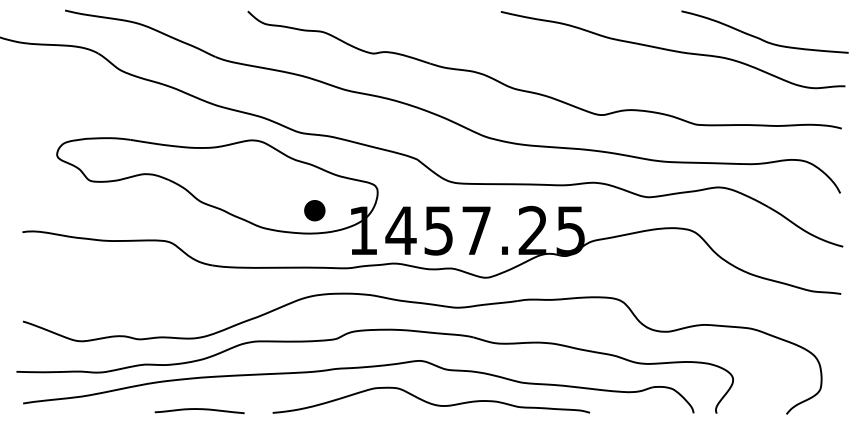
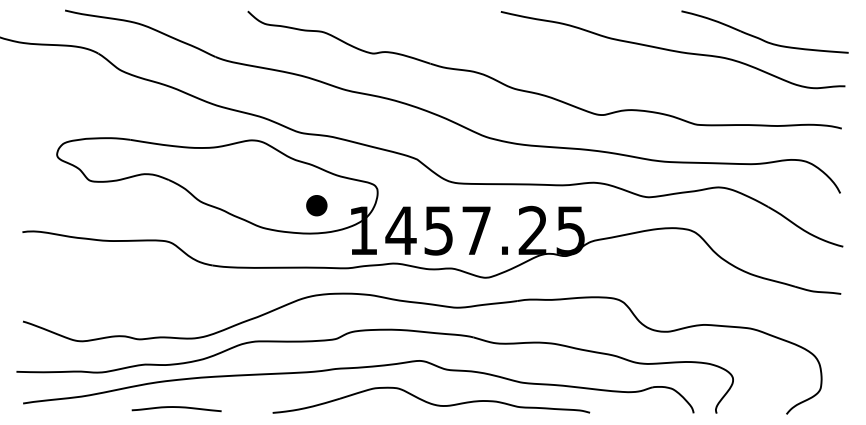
part at (314, 210) position: (314, 210) -> (316, 205)
curve at (199, 409) position: (199, 409) -> (176, 407)
